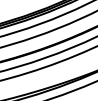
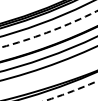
arc at (48, 32): solid -> dashed
arc at (72, 91): solid -> dashed
